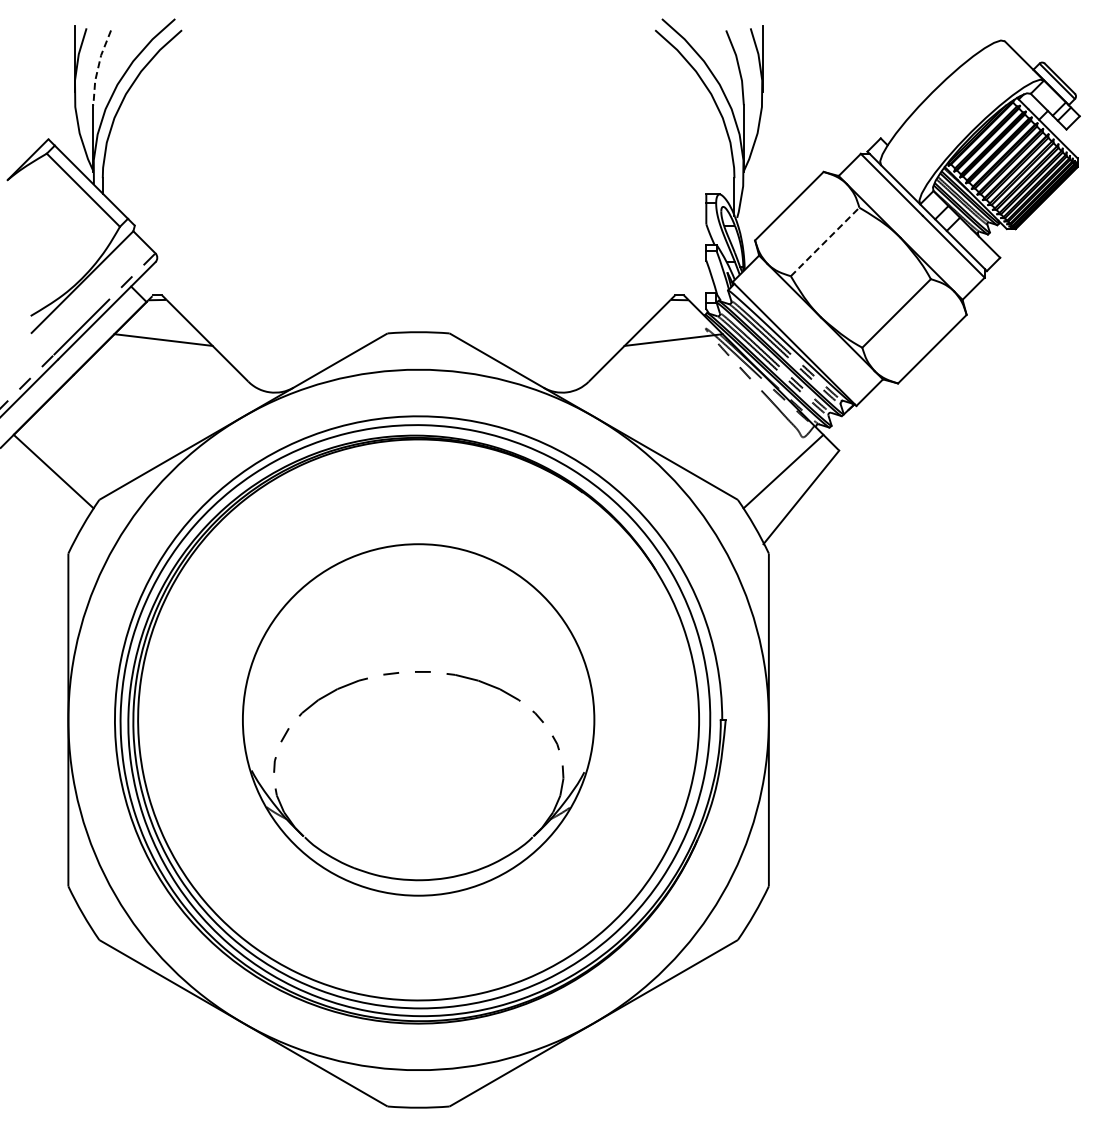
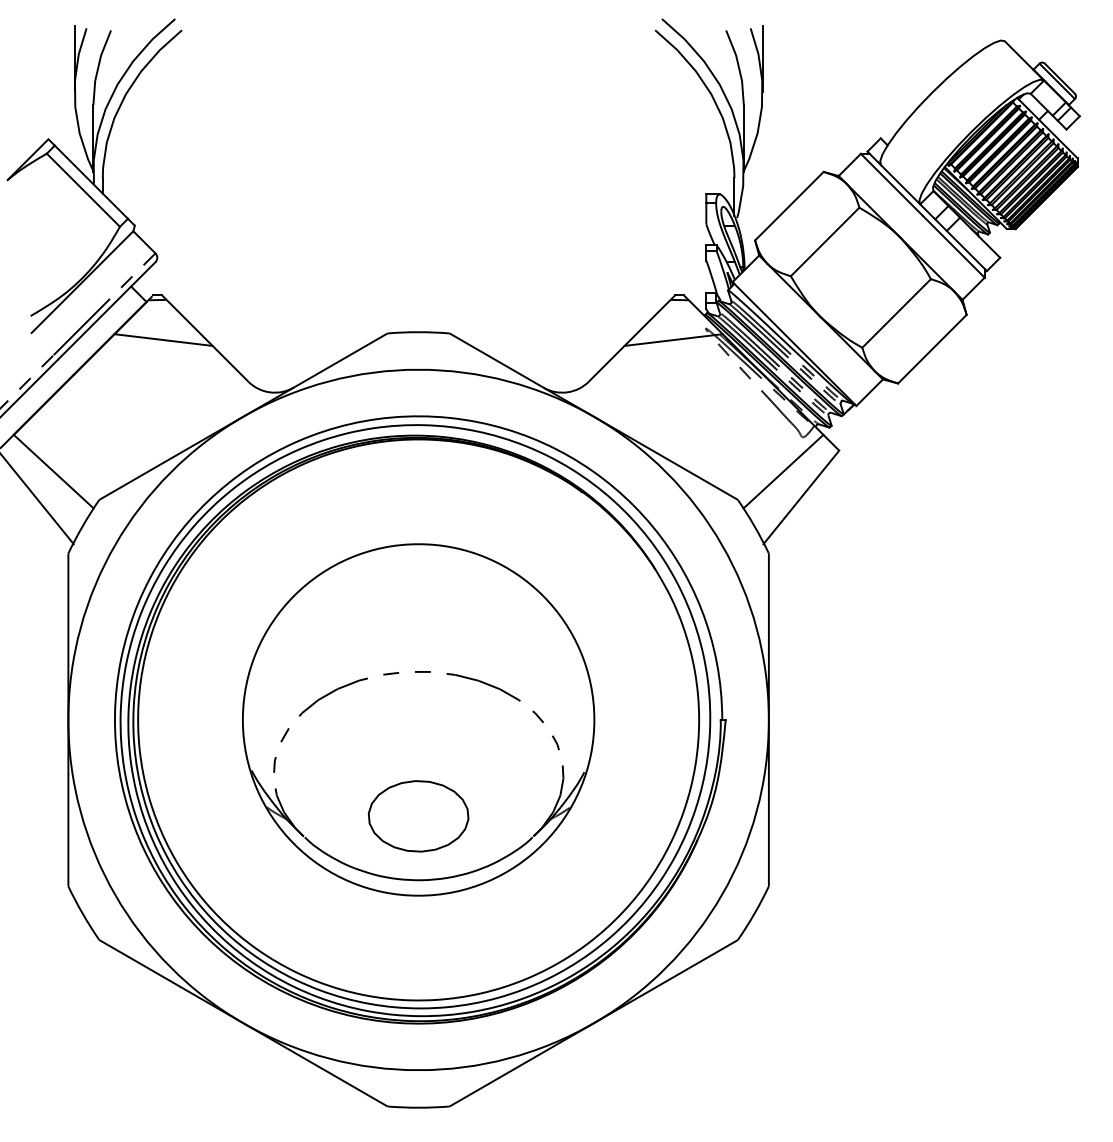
line at (98, 67): dashed -> solid
line at (825, 241): dashed -> solid
line at (37, 500): none -> present
part at (418, 816): none -> present
